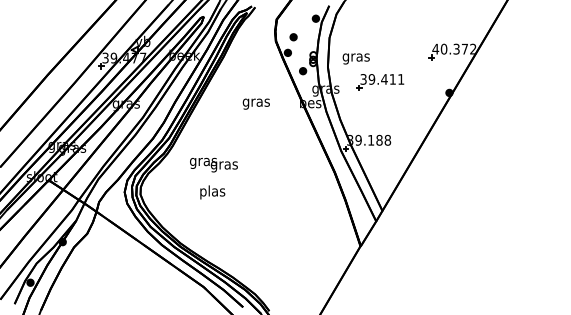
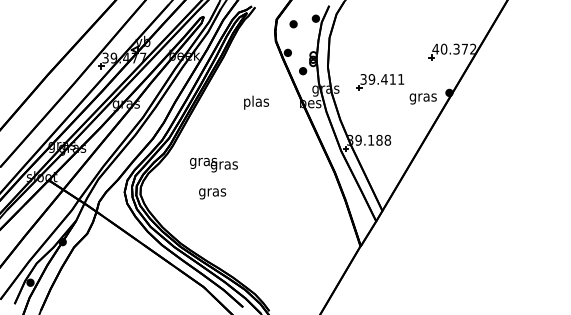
part at (293, 37) position: (293, 37) -> (293, 24)
text at (355, 58) position: (355, 58) -> (422, 98)
text at (255, 102): gras -> plas
text at (212, 192): plas -> gras
